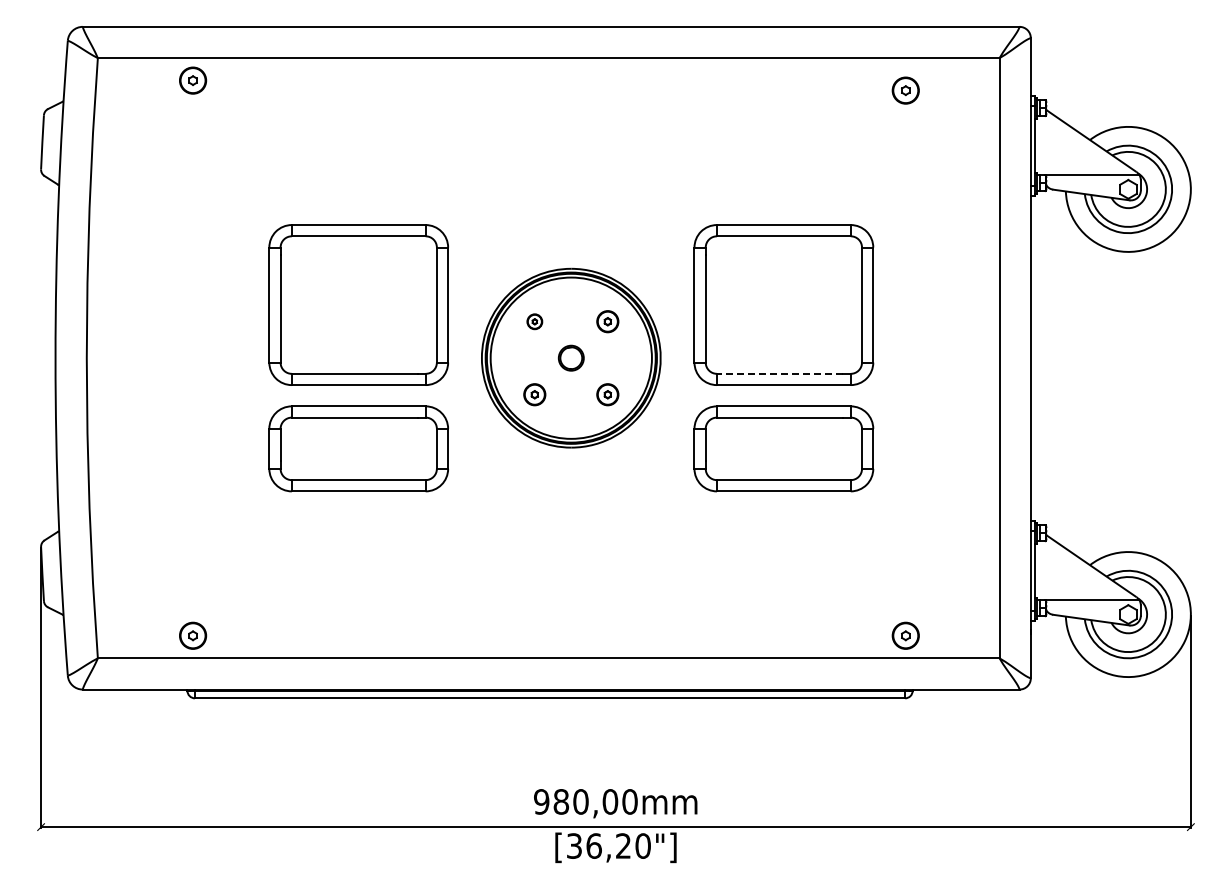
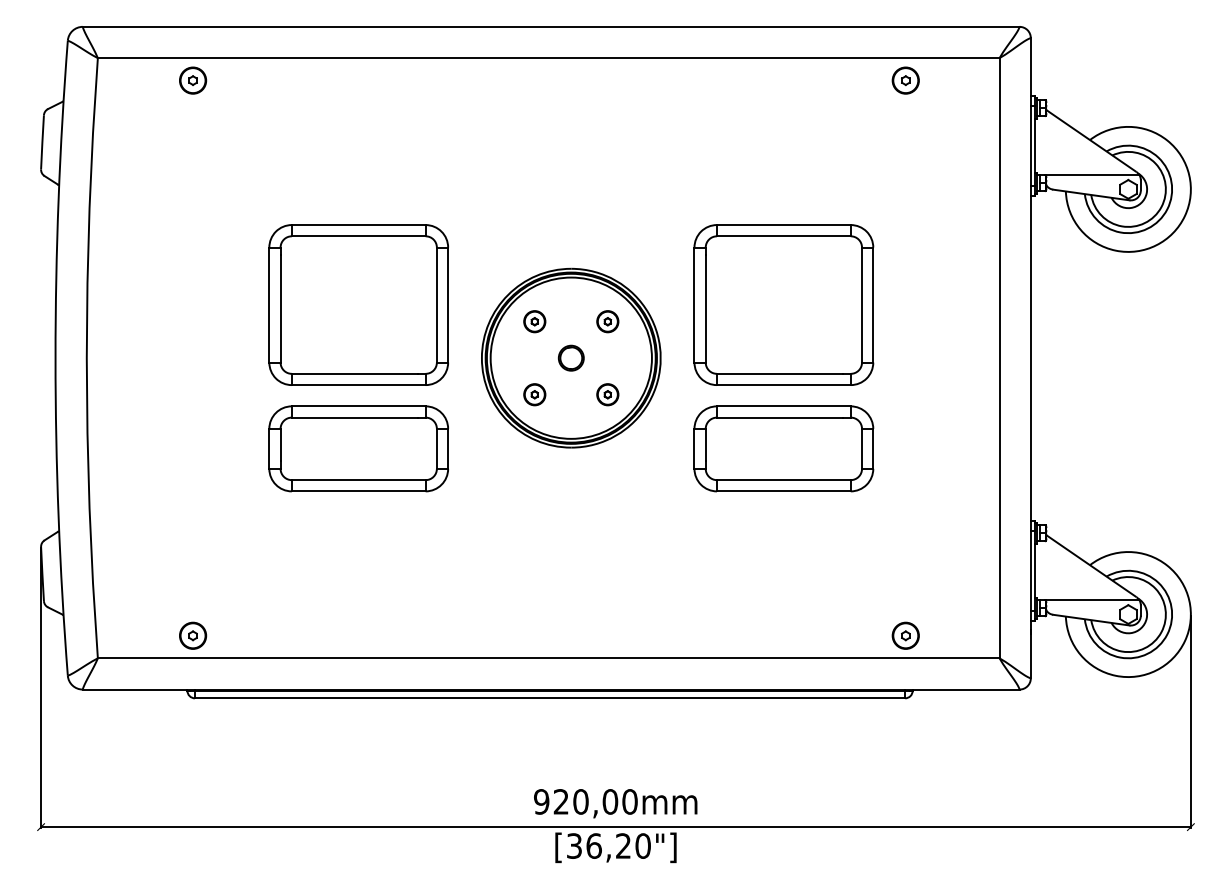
part at (905, 90) position: (905, 90) -> (905, 80)
part at (534, 321) size: 18x18 px -> 24x24 px
line at (779, 373): dashed -> solid
text at (561, 801): 980,00mm -> 920,00mm
